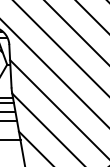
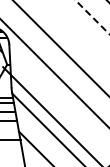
line at (92, 17): solid -> dashed
line at (76, 32): present -> none
line at (58, 108) position: (58, 108) -> (51, 115)
